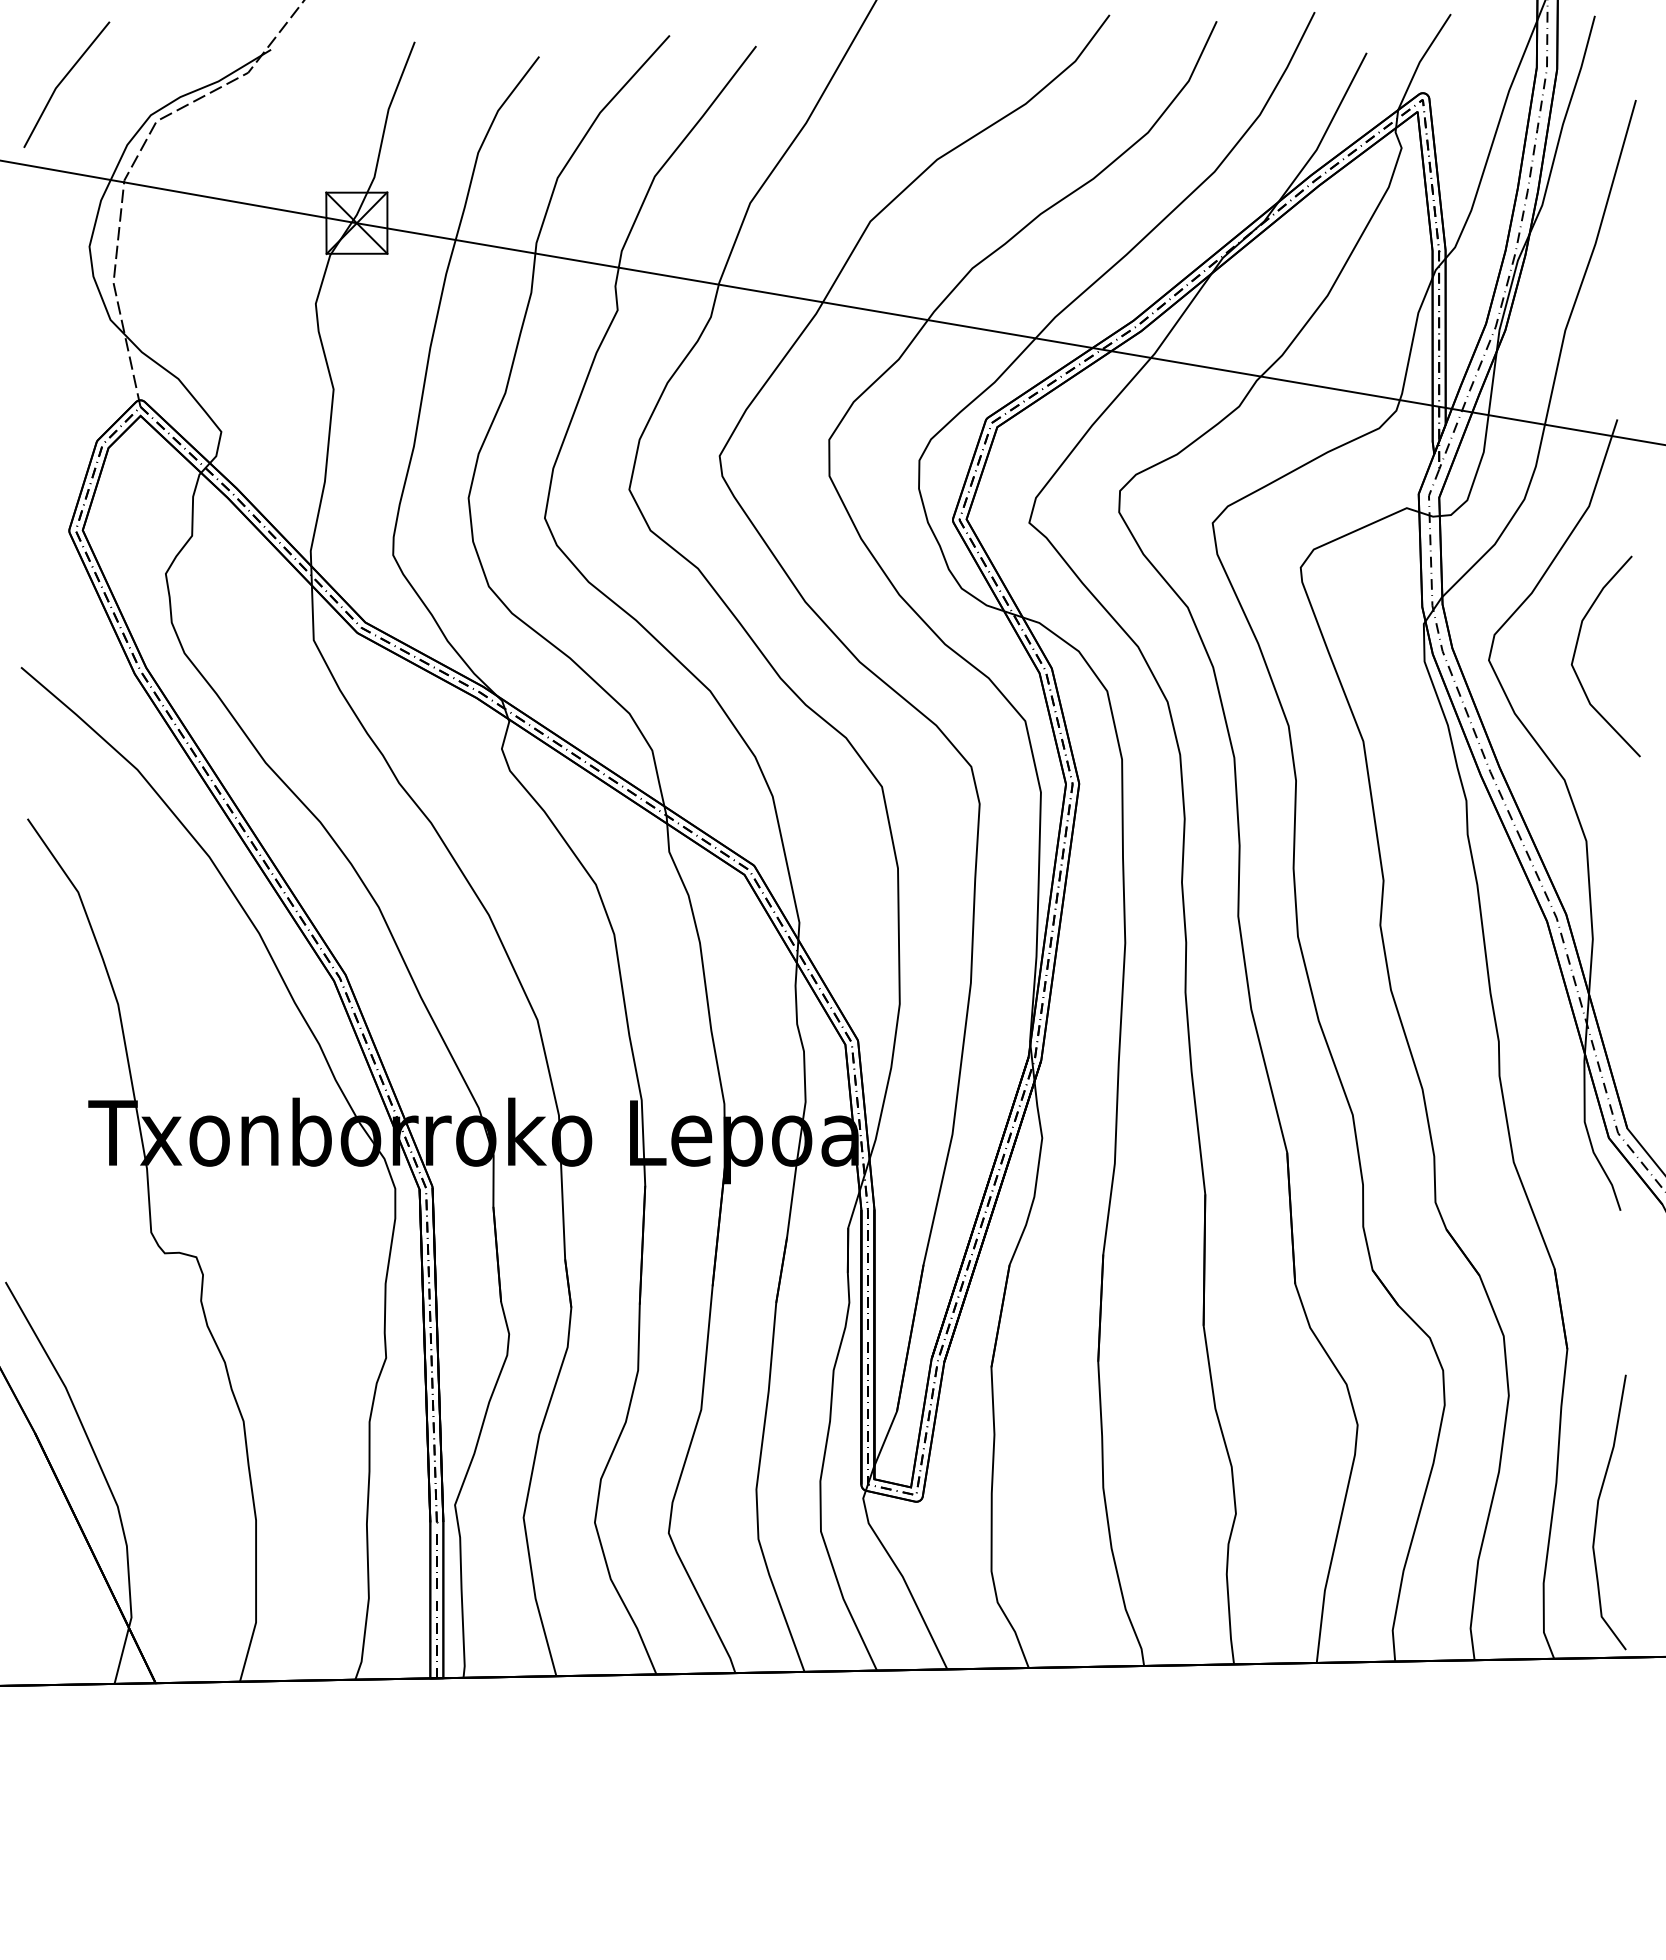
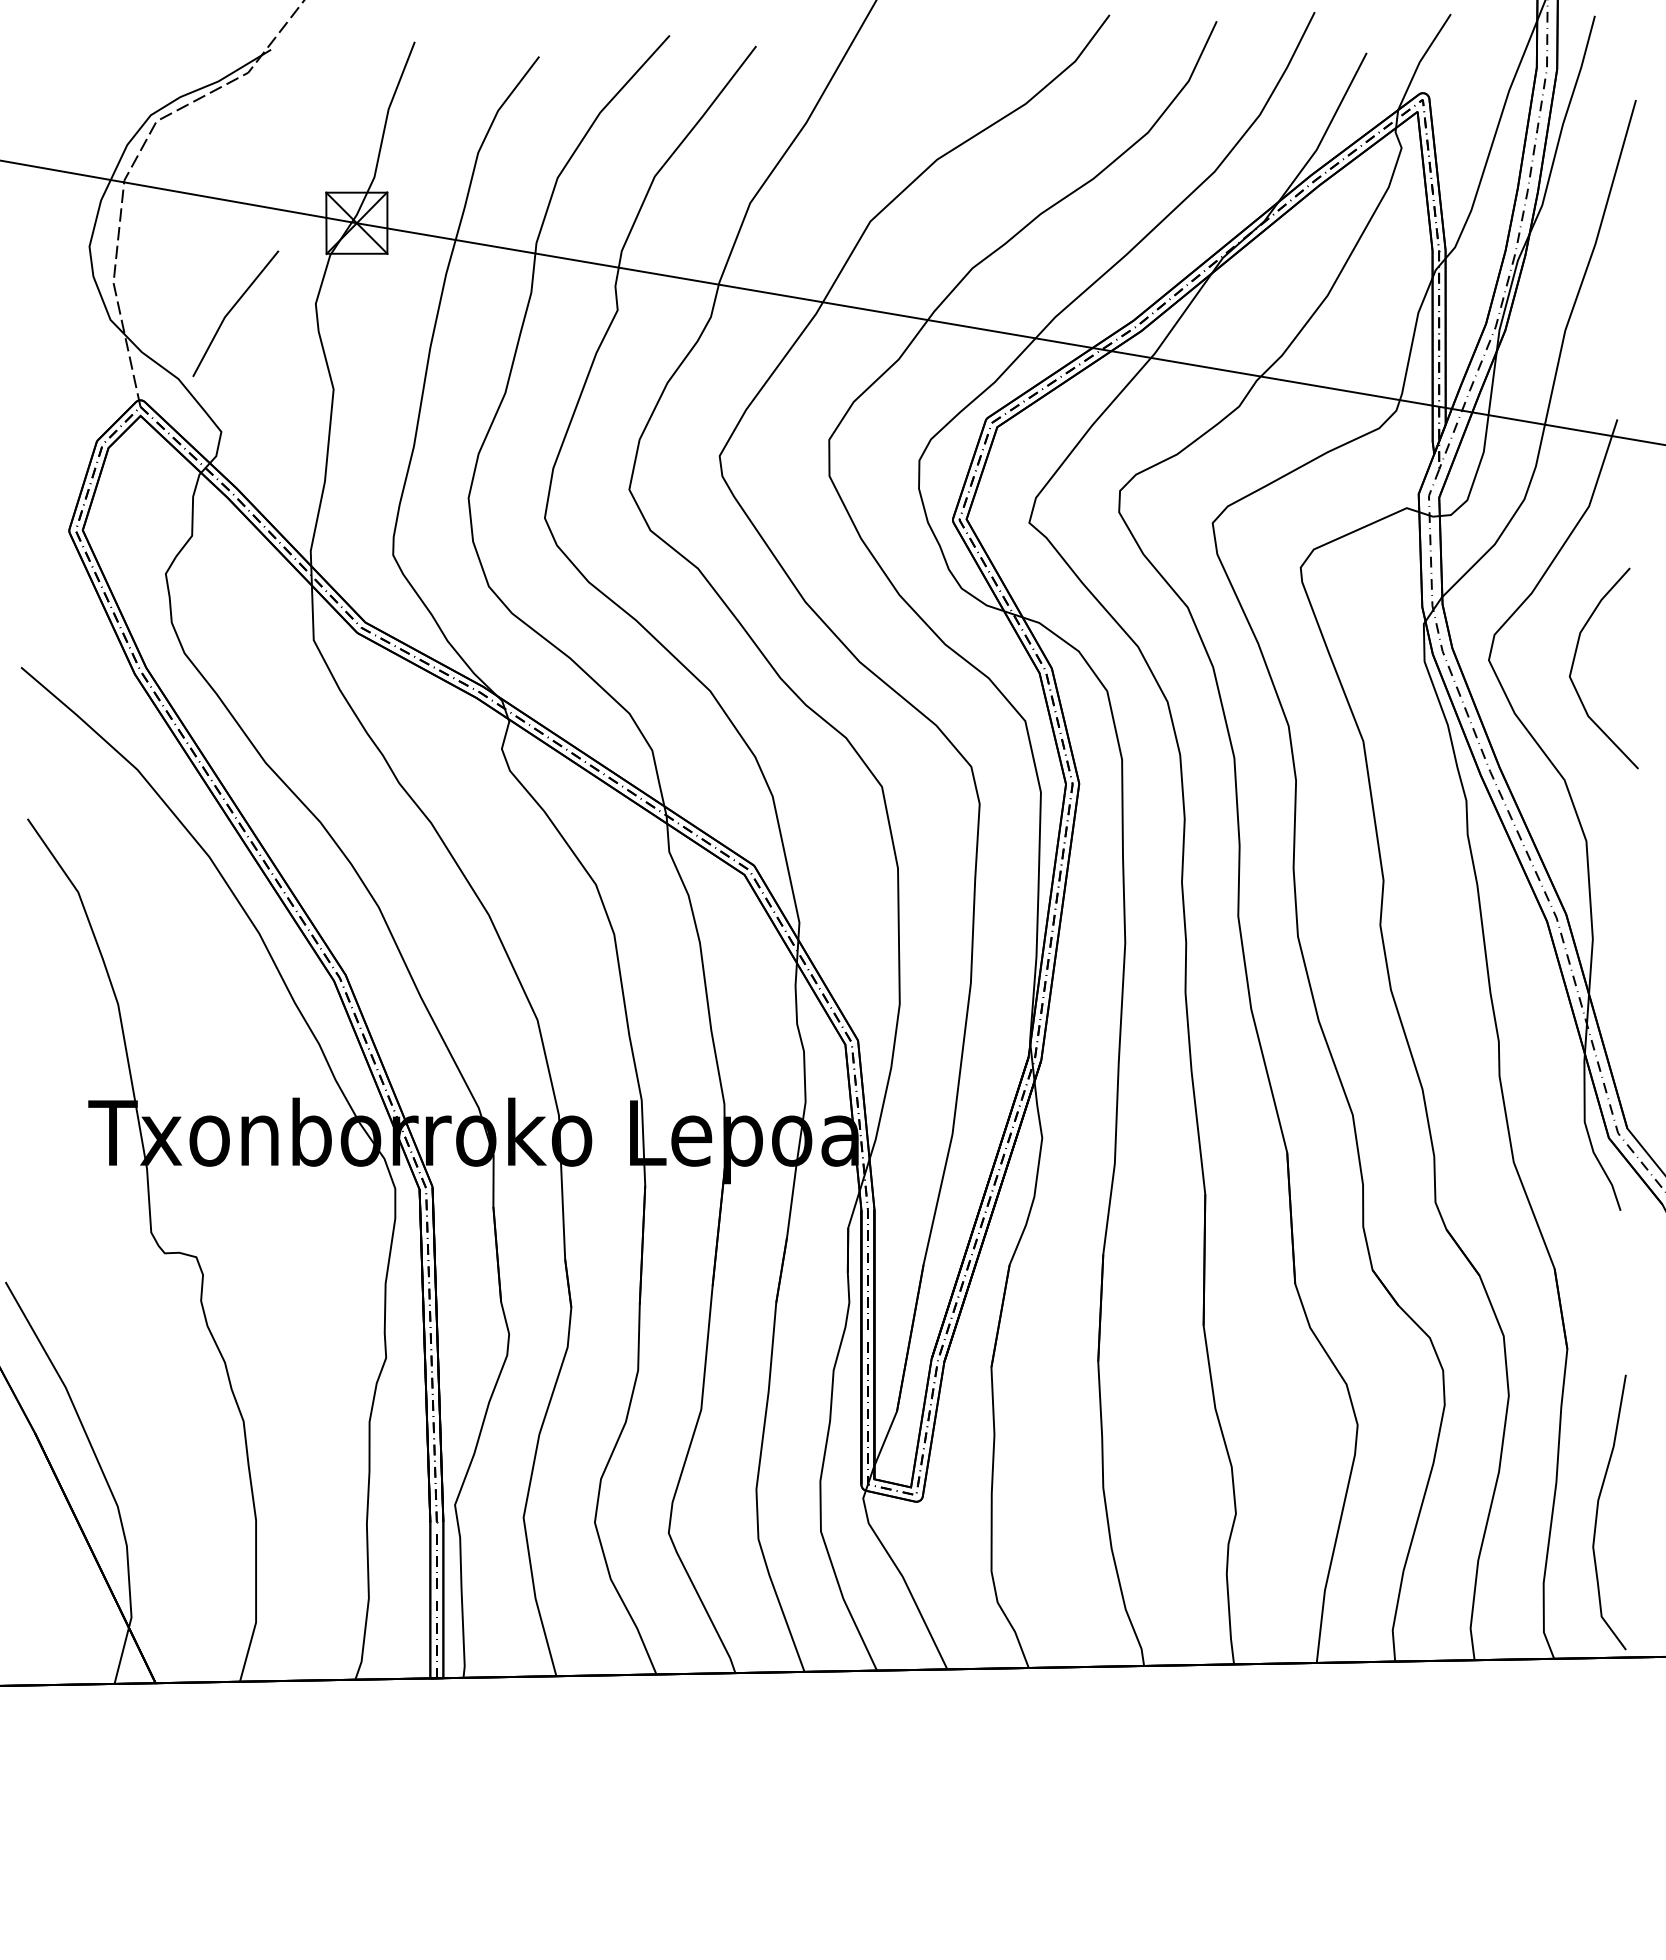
line at (63, 80) position: (63, 80) -> (232, 309)
curve at (1576, 650) position: (1576, 650) -> (1574, 662)
